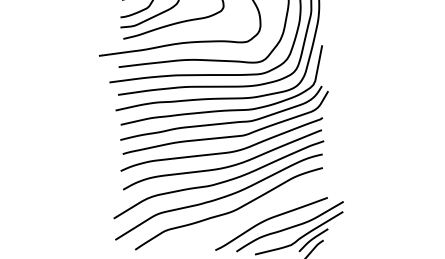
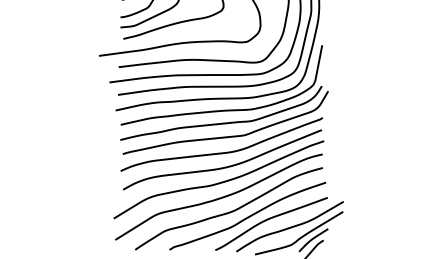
curve at (247, 216): none -> present
